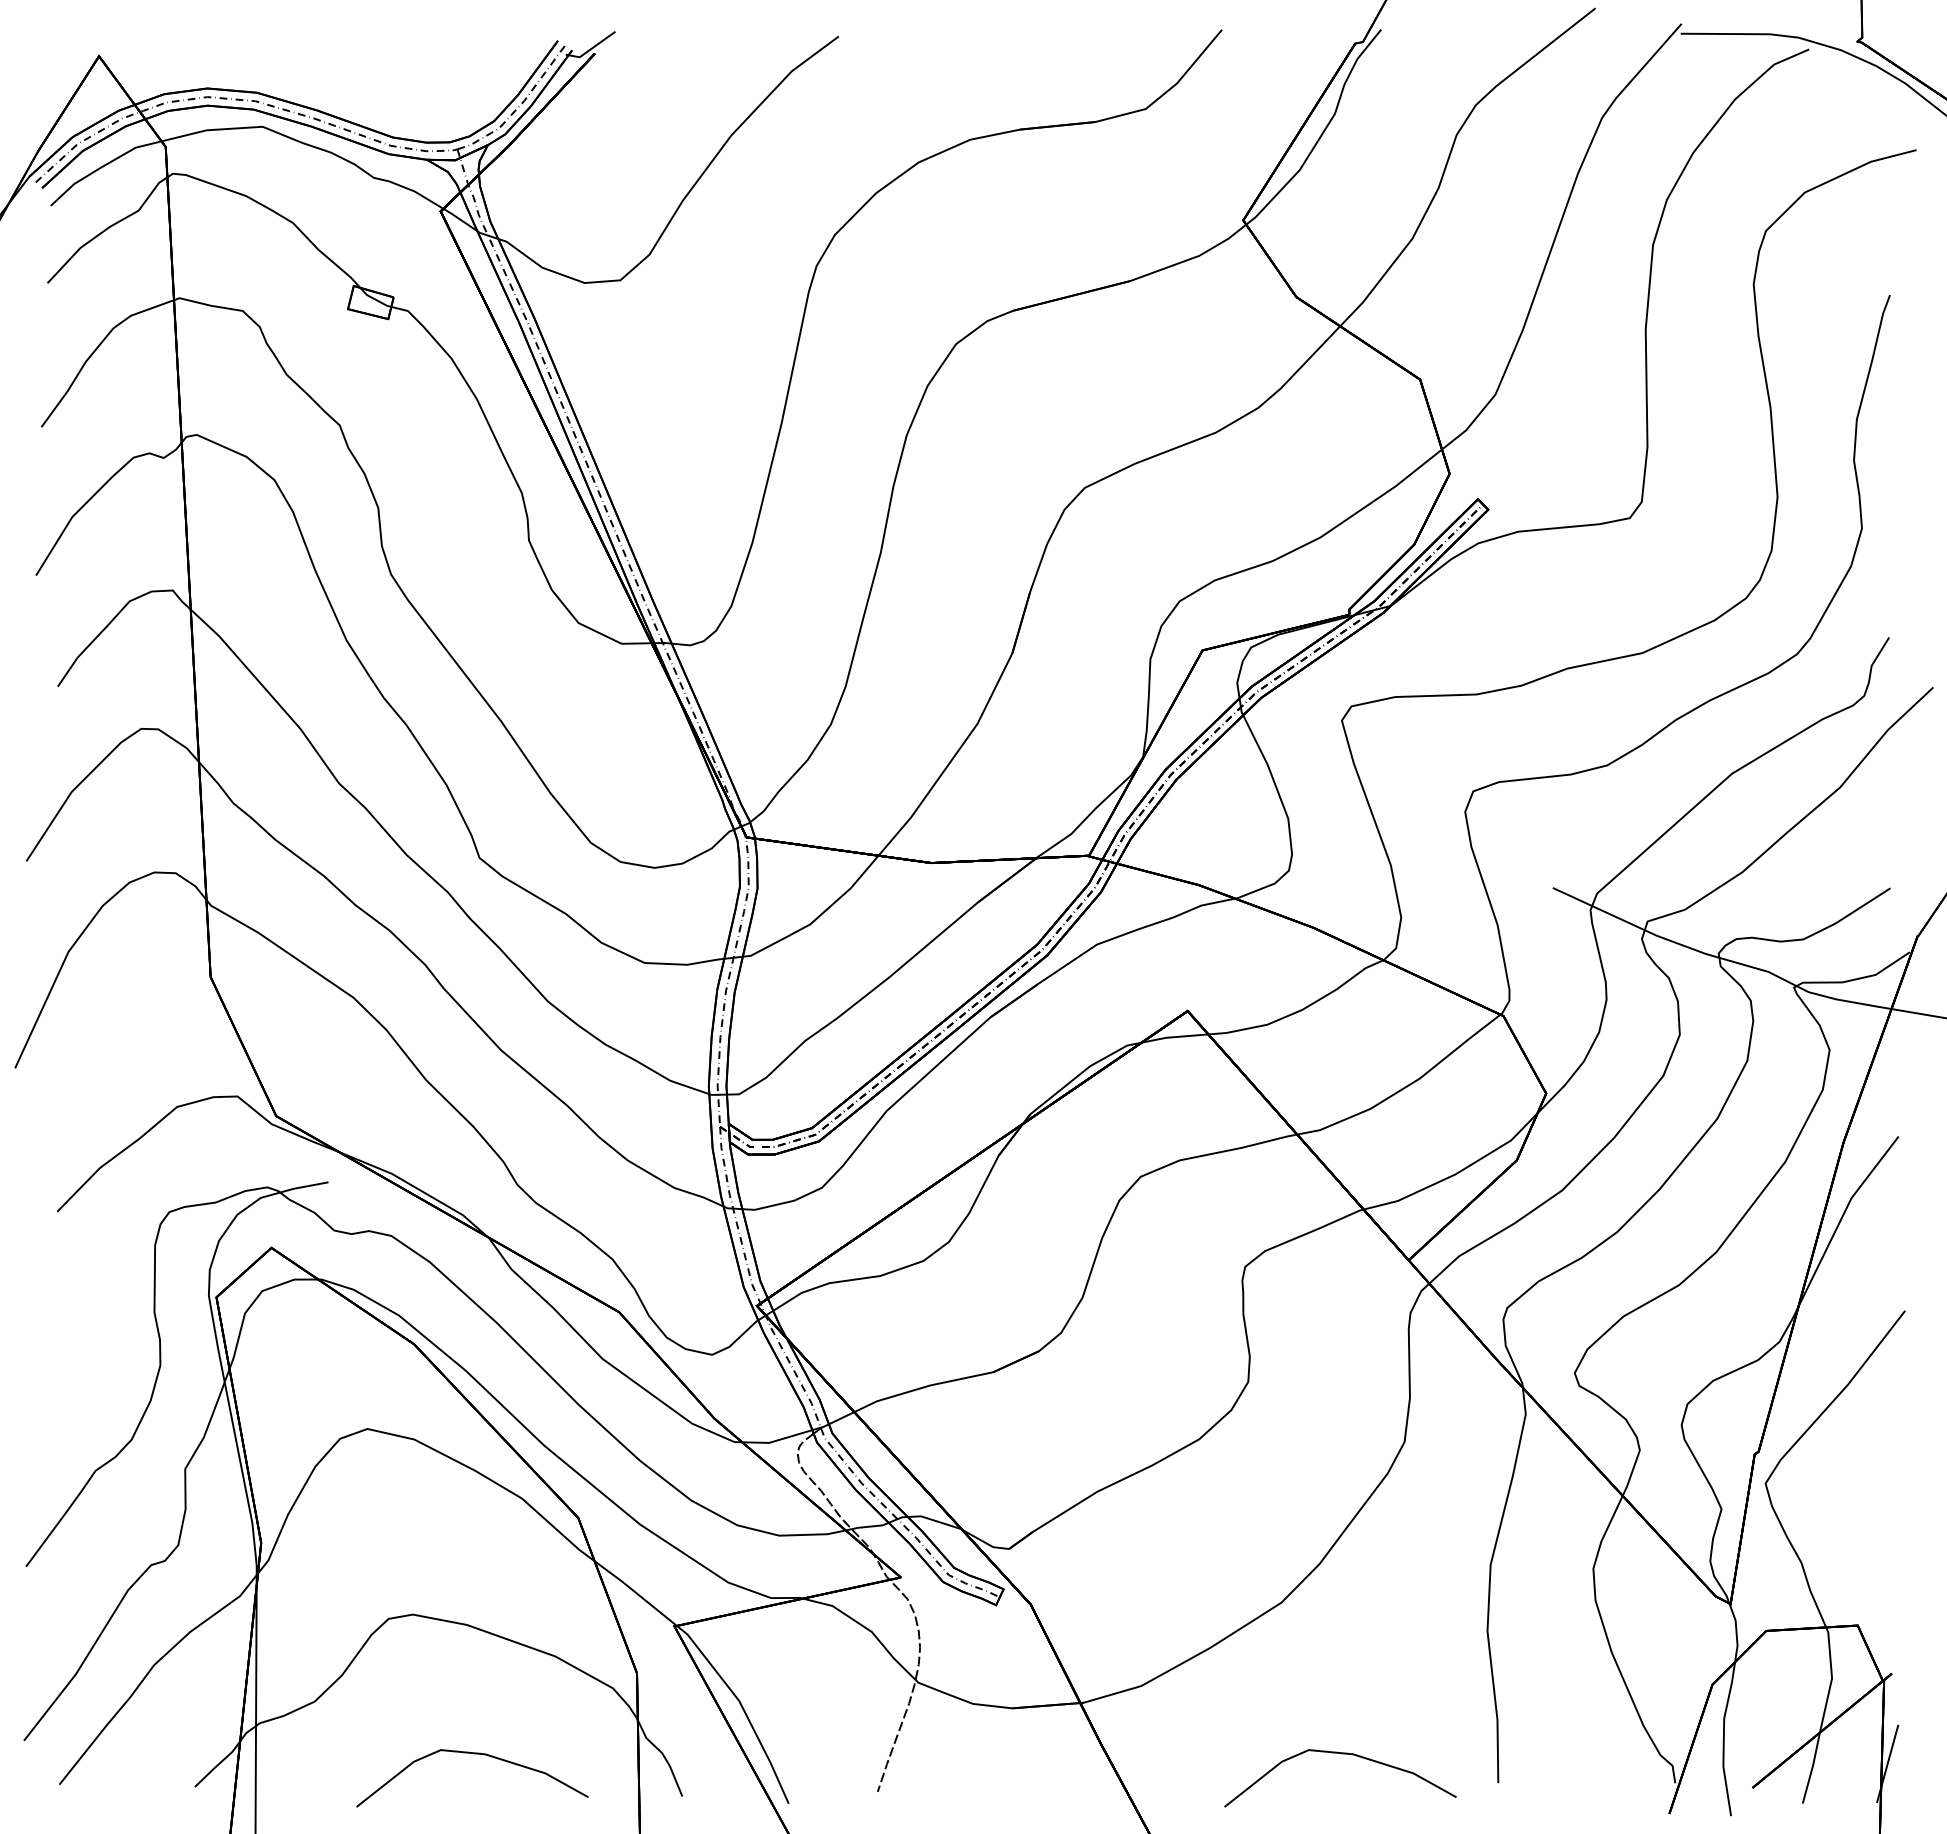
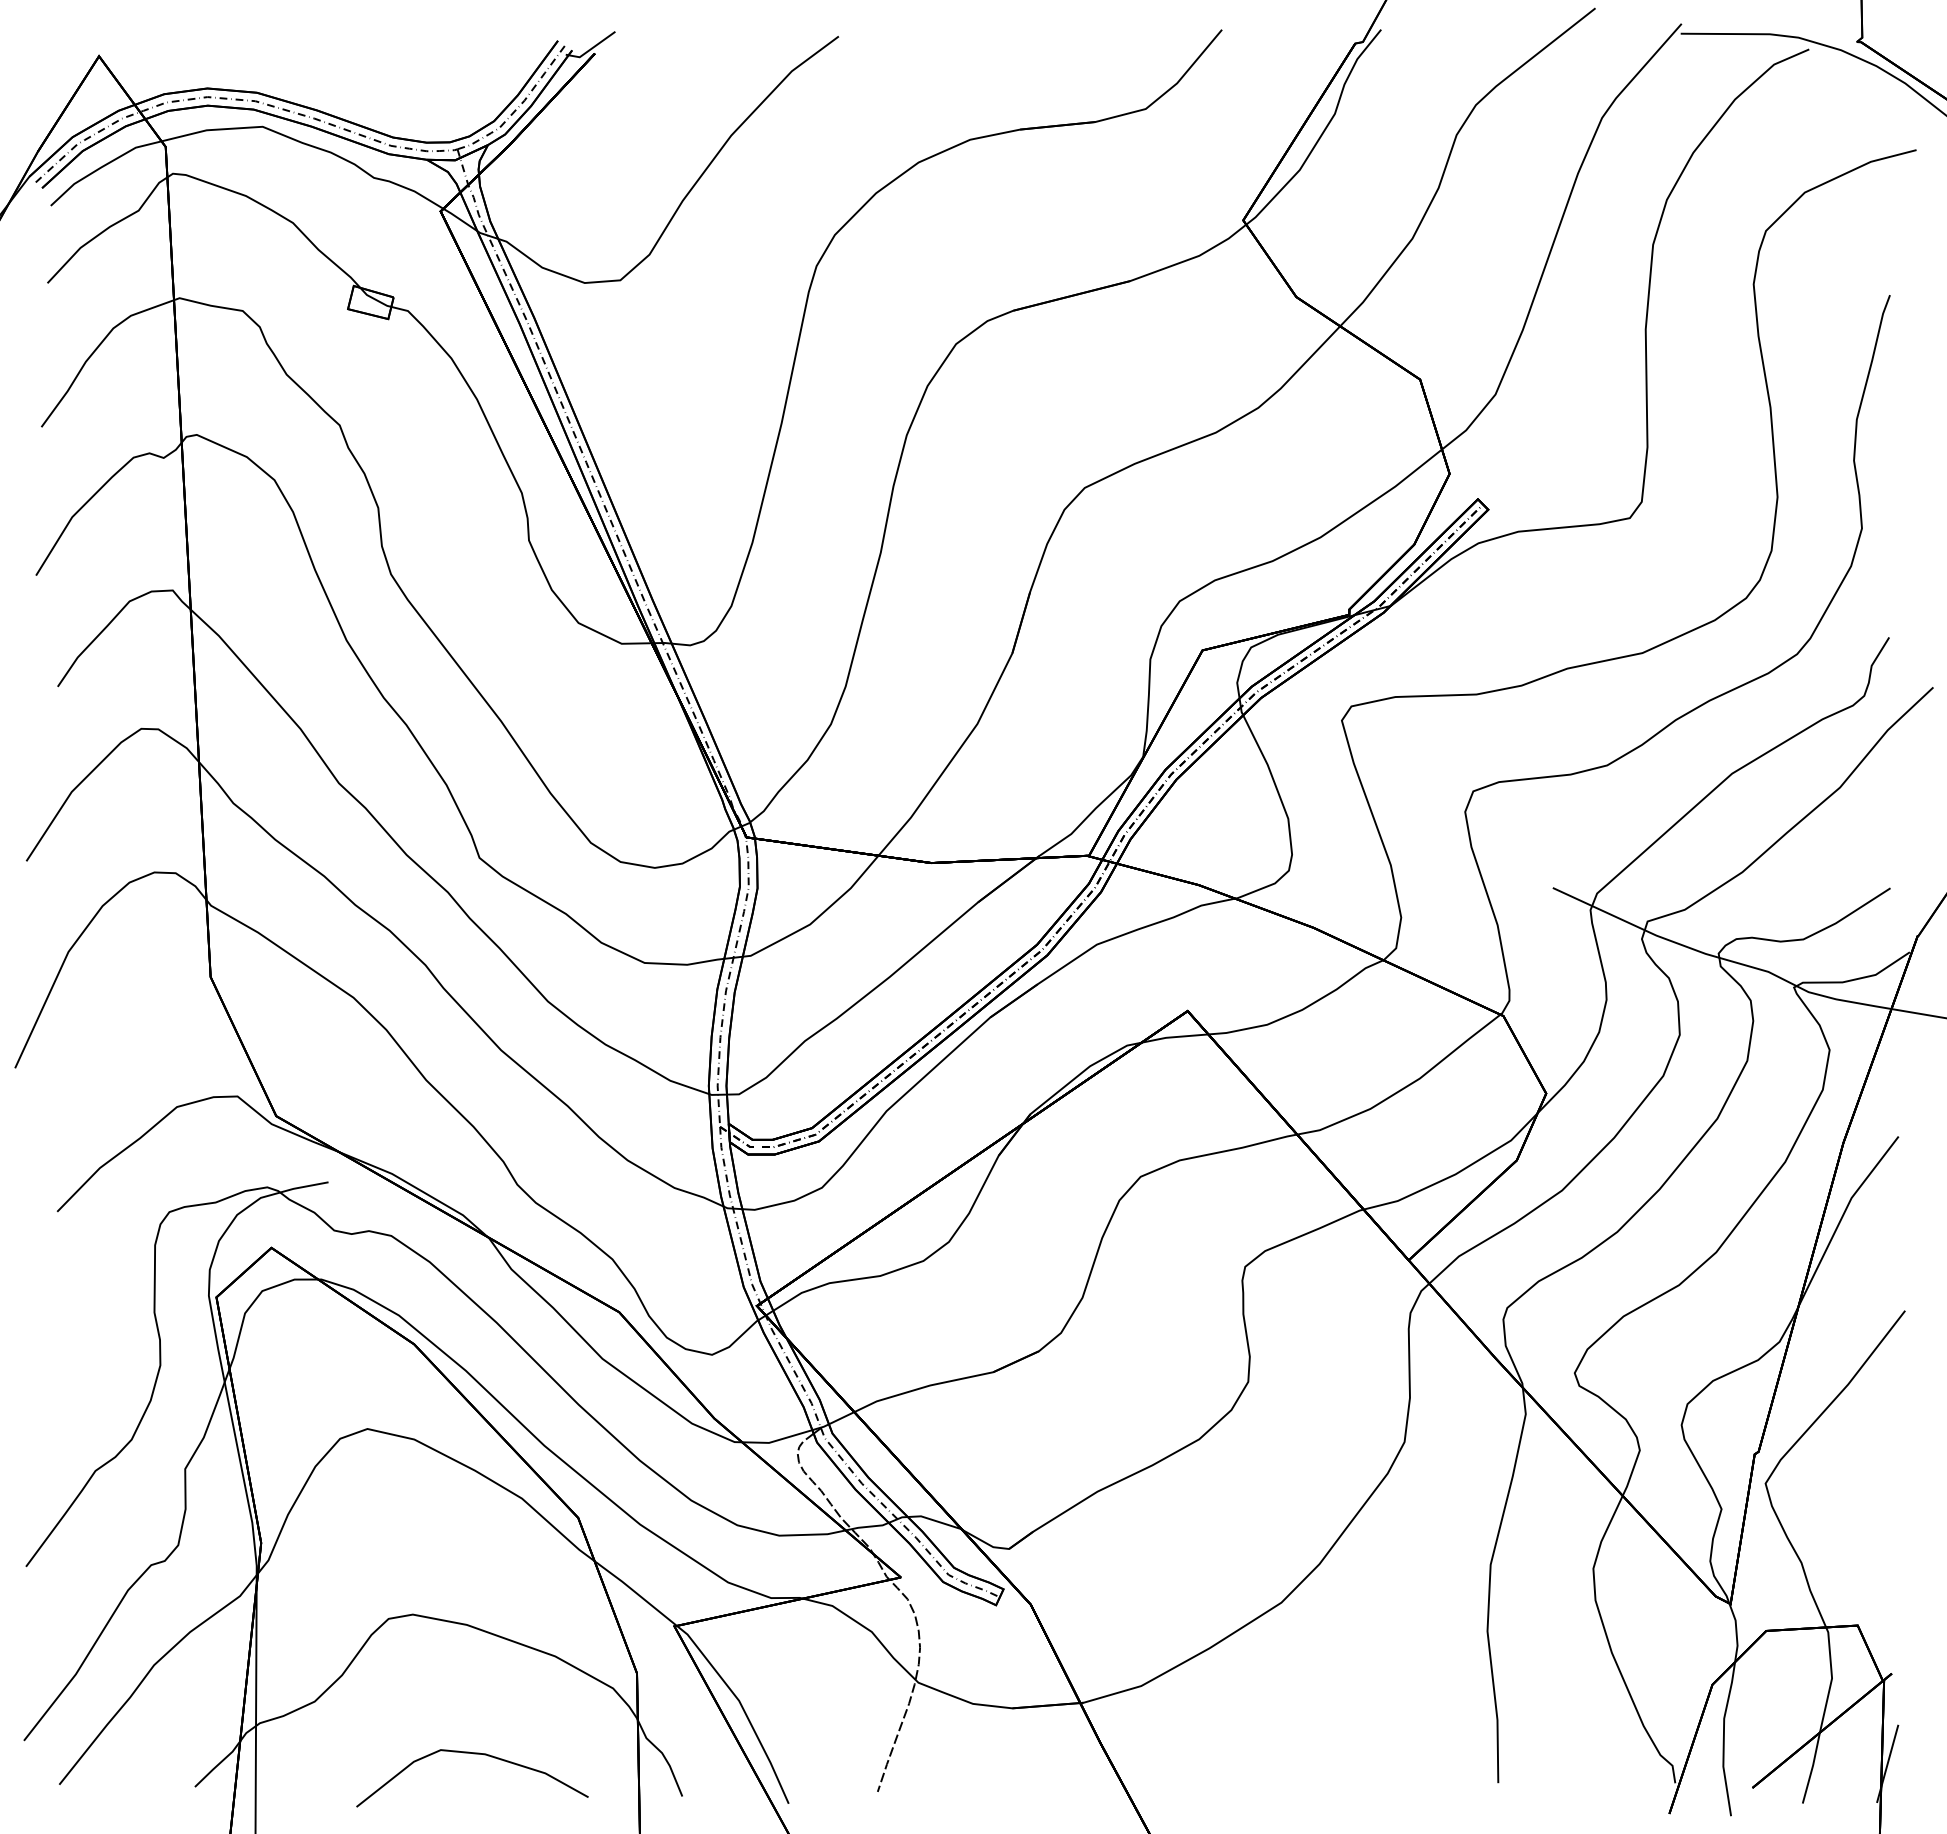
curve at (1341, 1754): present -> none
